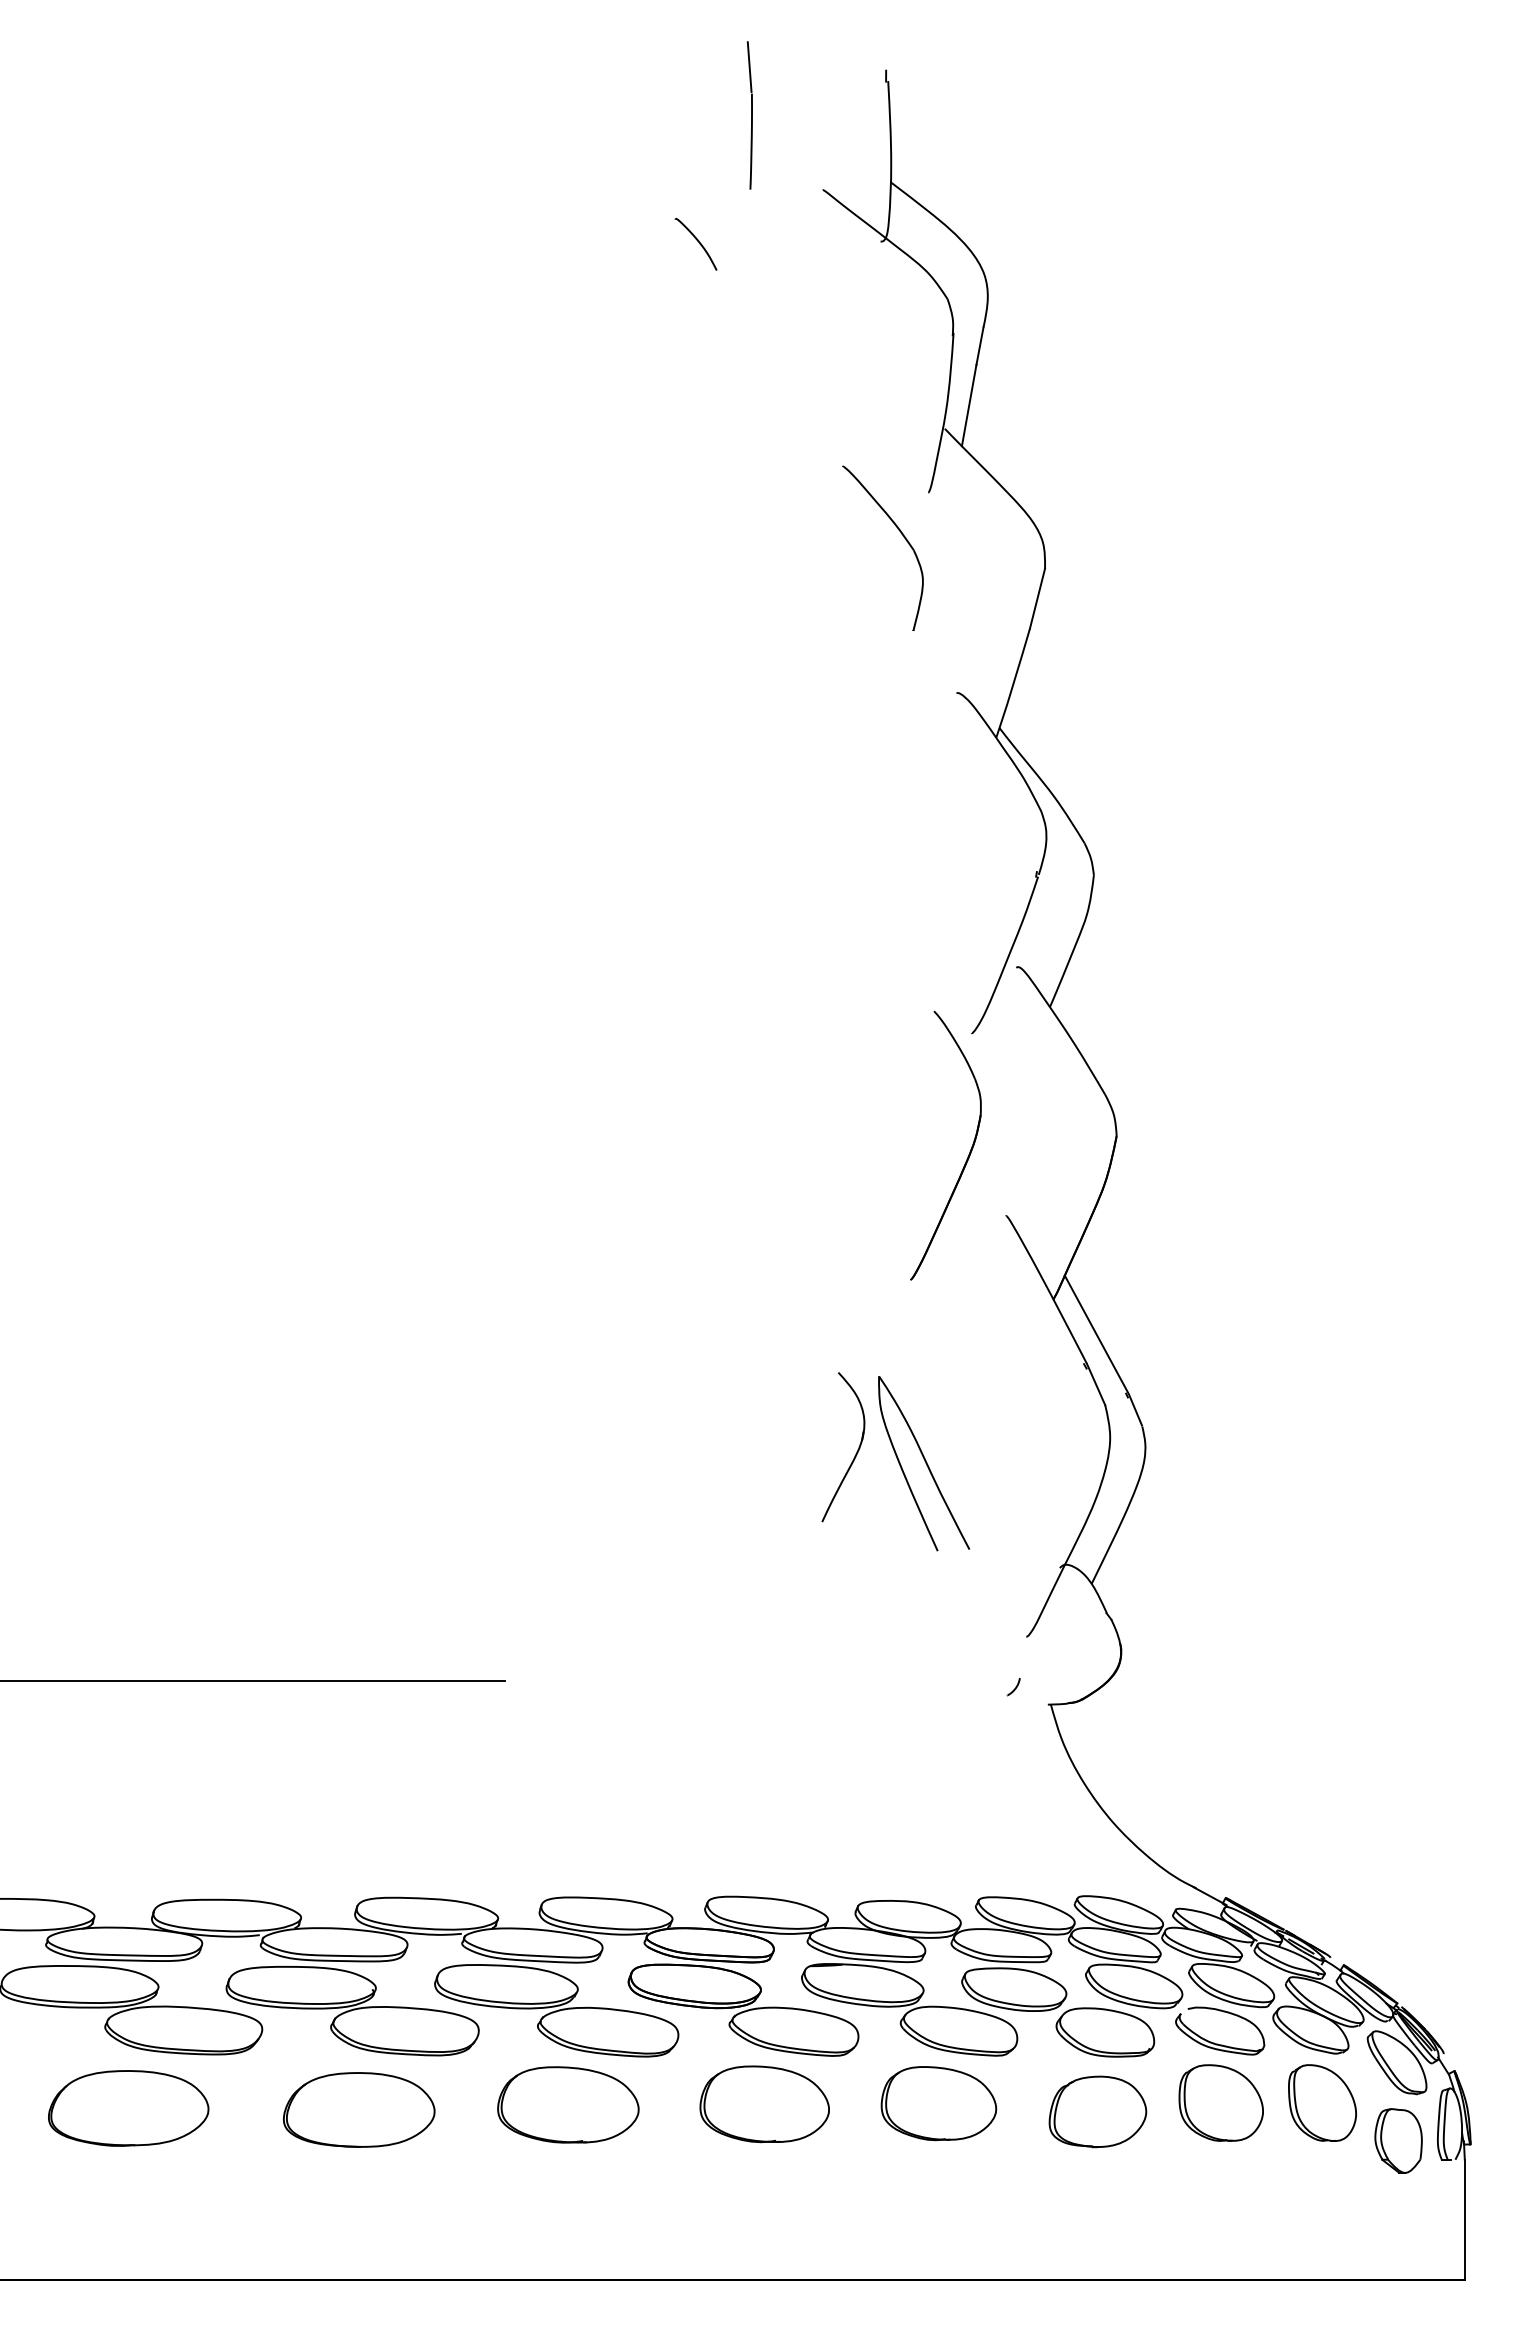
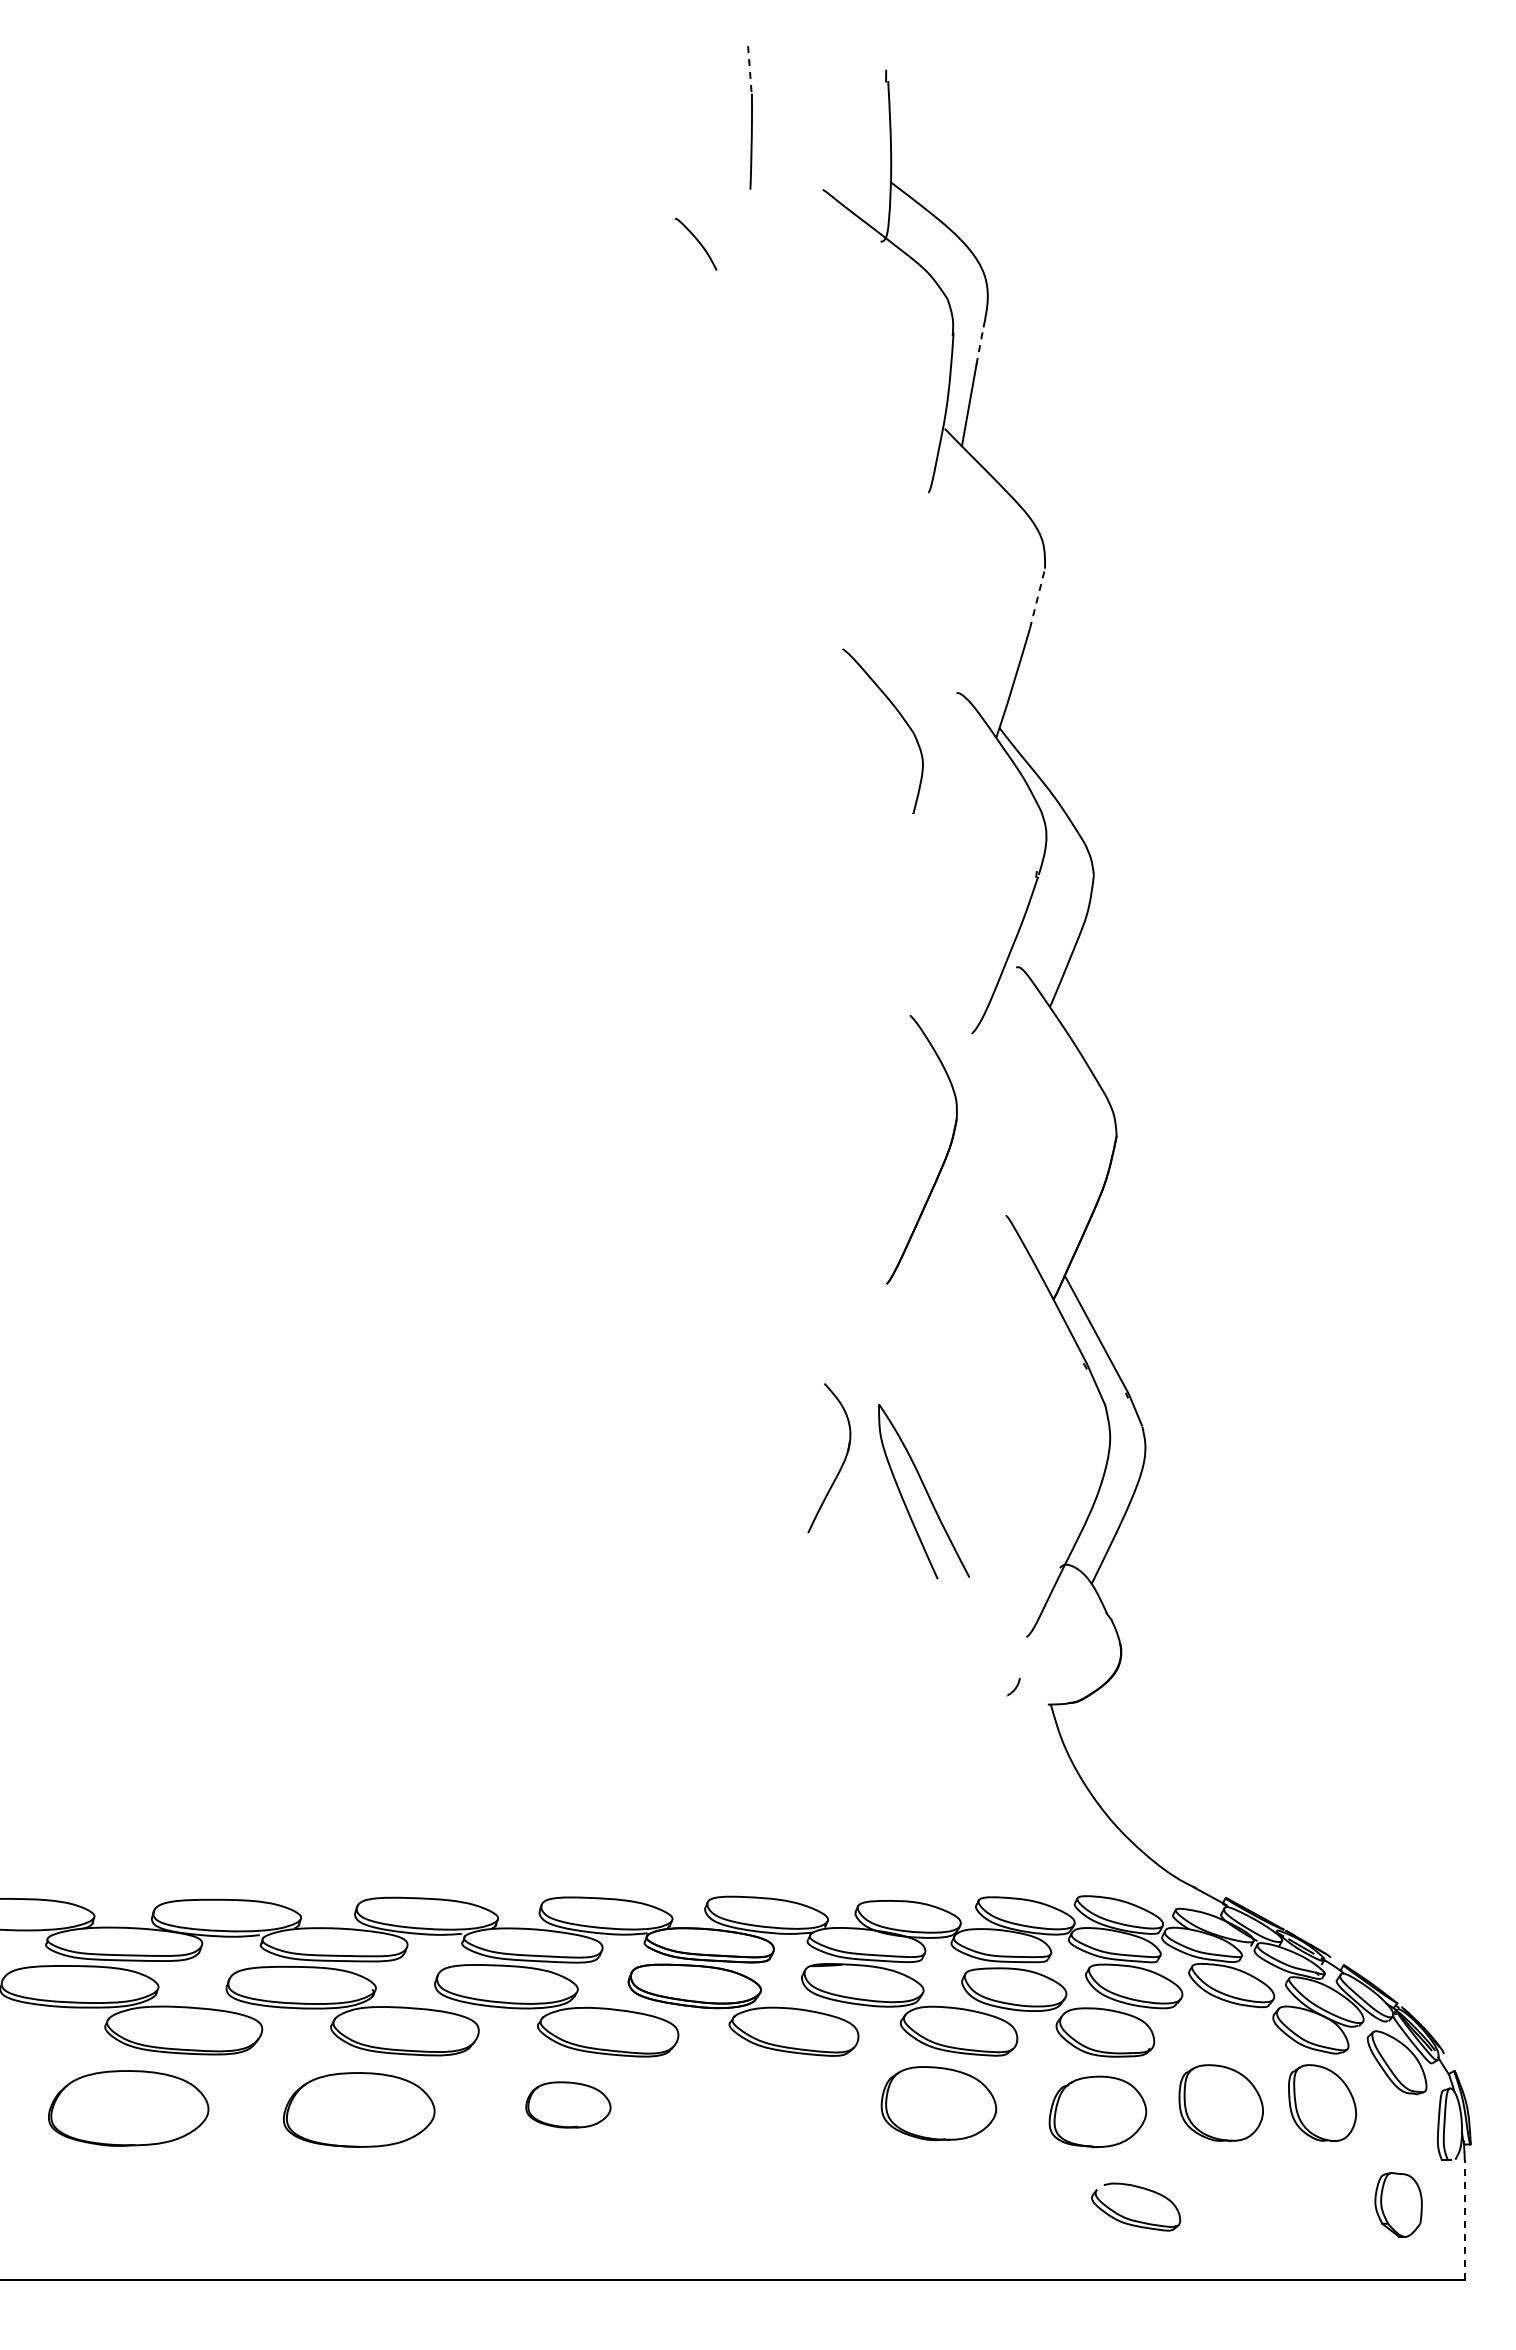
line at (749, 67): solid -> dashed
line at (980, 345): solid -> dashed
part at (900, 533) position: (900, 533) -> (900, 716)
line at (1037, 598): solid -> dashed
part at (967, 1156) position: (967, 1156) -> (943, 1160)
part at (855, 1453) position: (855, 1453) -> (841, 1464)
part at (923, 1463) position: (923, 1463) -> (923, 1491)
line at (253, 1680): present -> none
part at (1217, 2043) position: (1217, 2043) -> (1133, 2219)
part at (568, 2104) size: 143x78 px -> 87x48 px
part at (764, 2104): present -> none
part at (1398, 2140) position: (1398, 2140) -> (1398, 2204)
line at (1464, 2219): solid -> dashed
